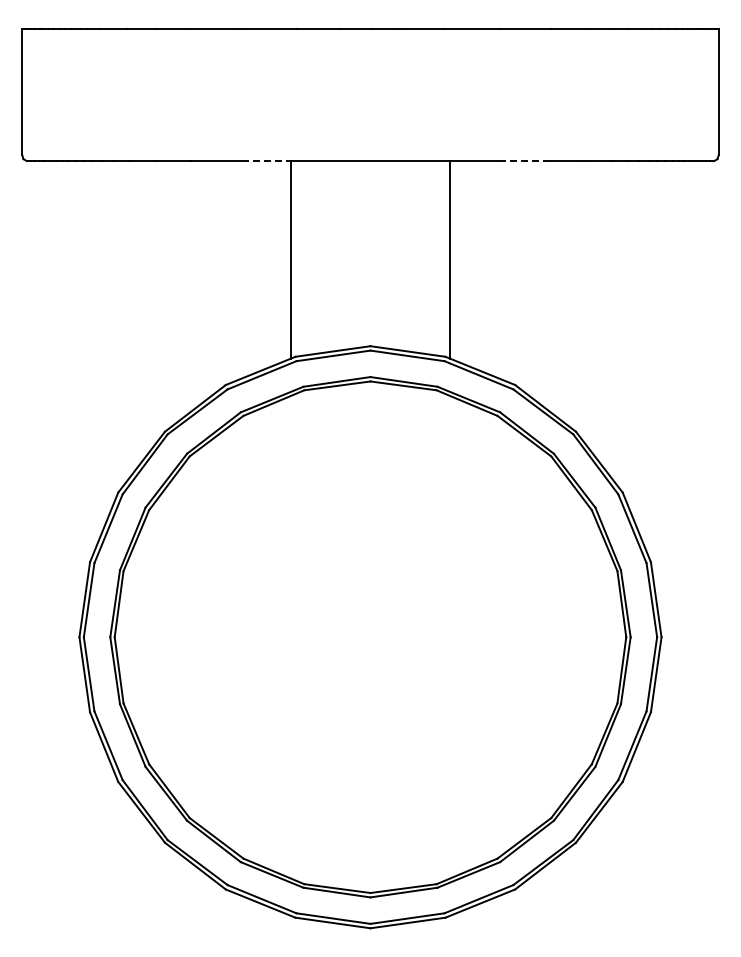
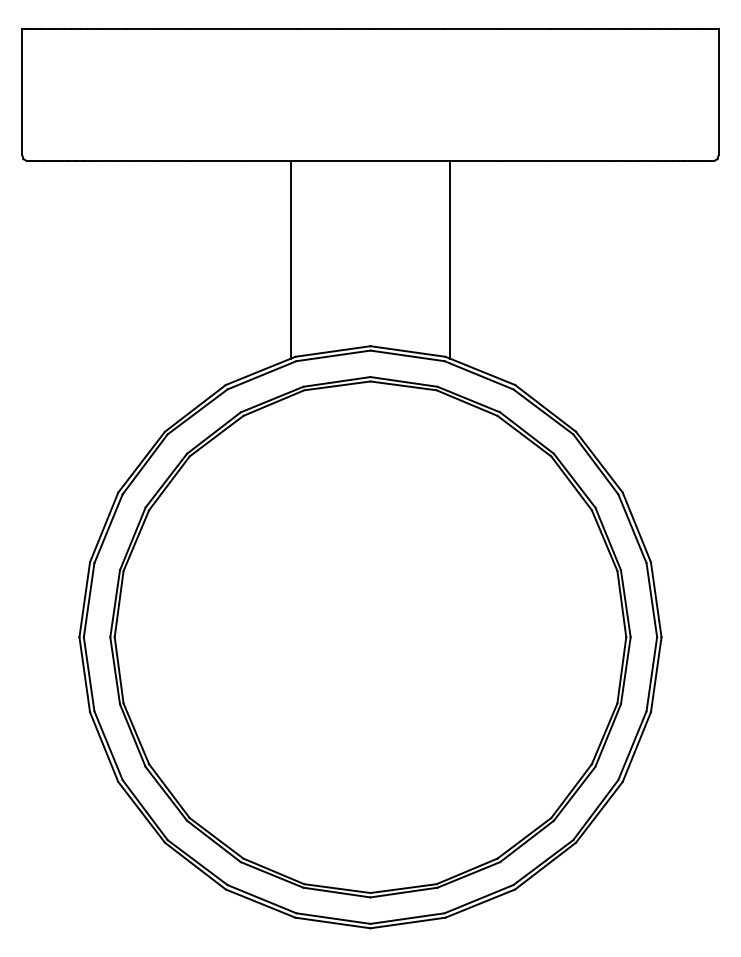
line at (266, 161): dashed -> solid
line at (524, 161): dashed -> solid
